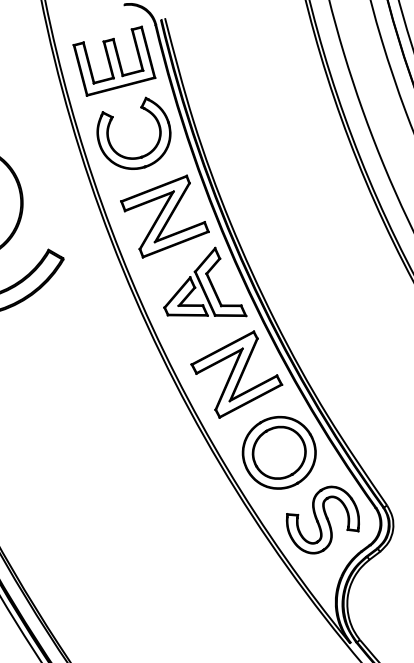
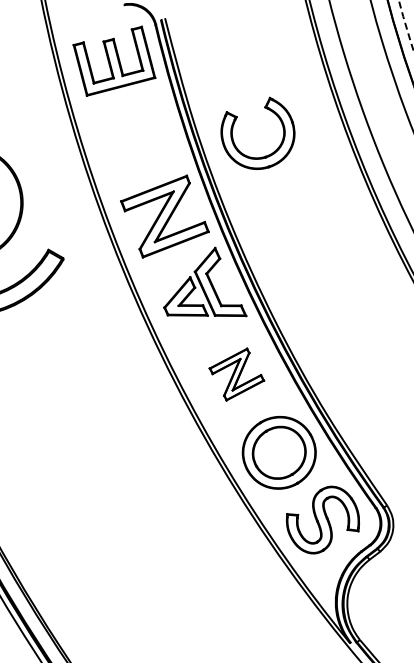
circle at (405, 25): solid -> dashed
part at (111, 122) position: (111, 122) -> (235, 122)
part at (236, 374) size: 94x89 px -> 58x55 px
